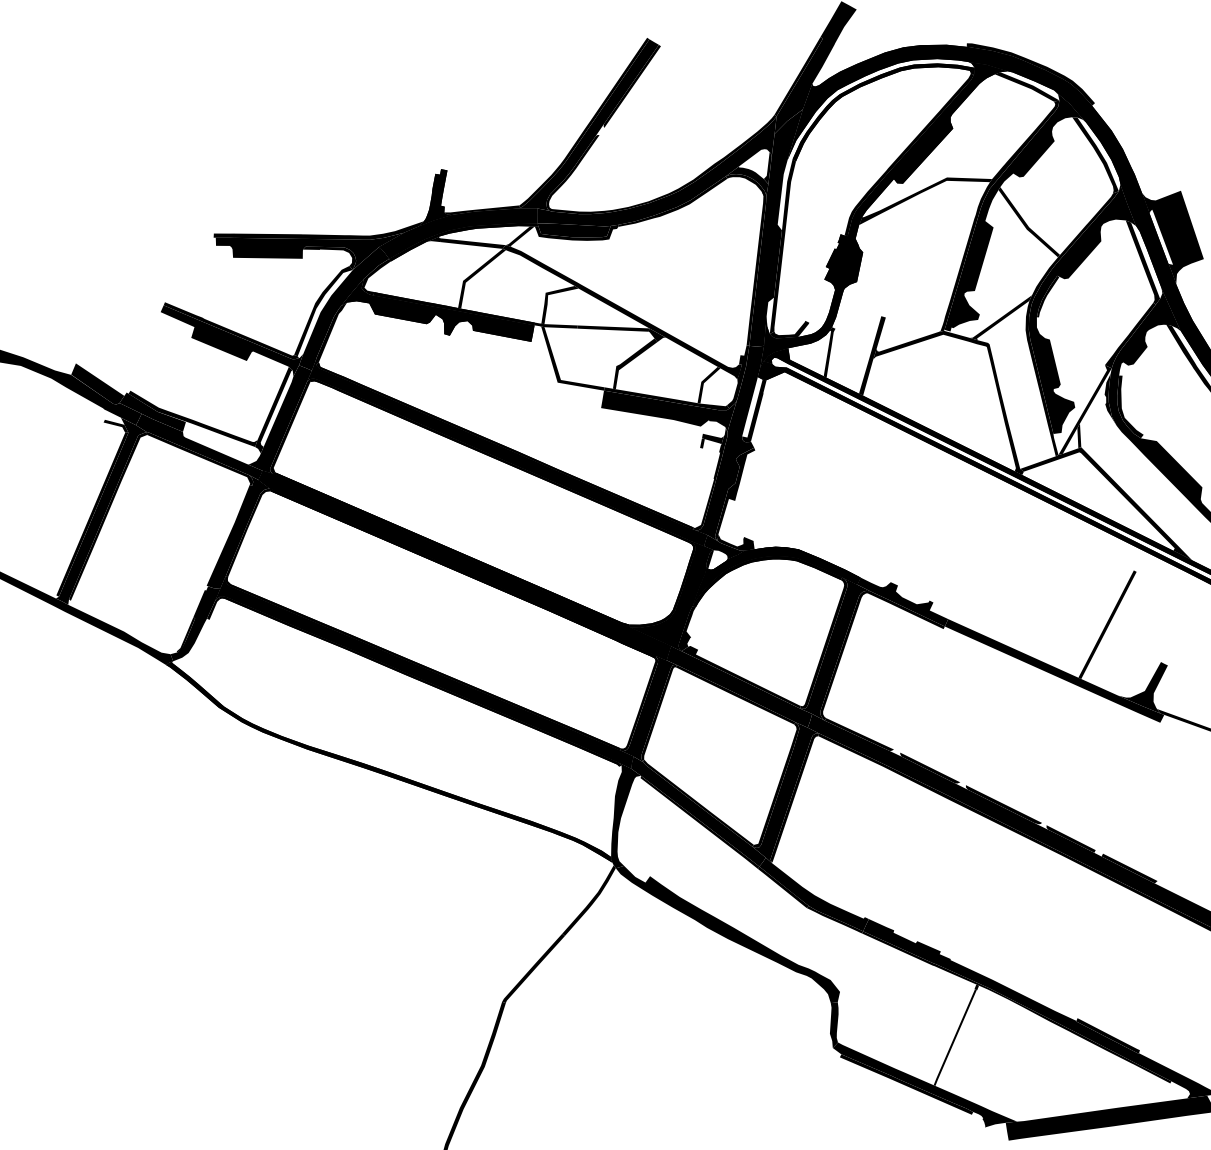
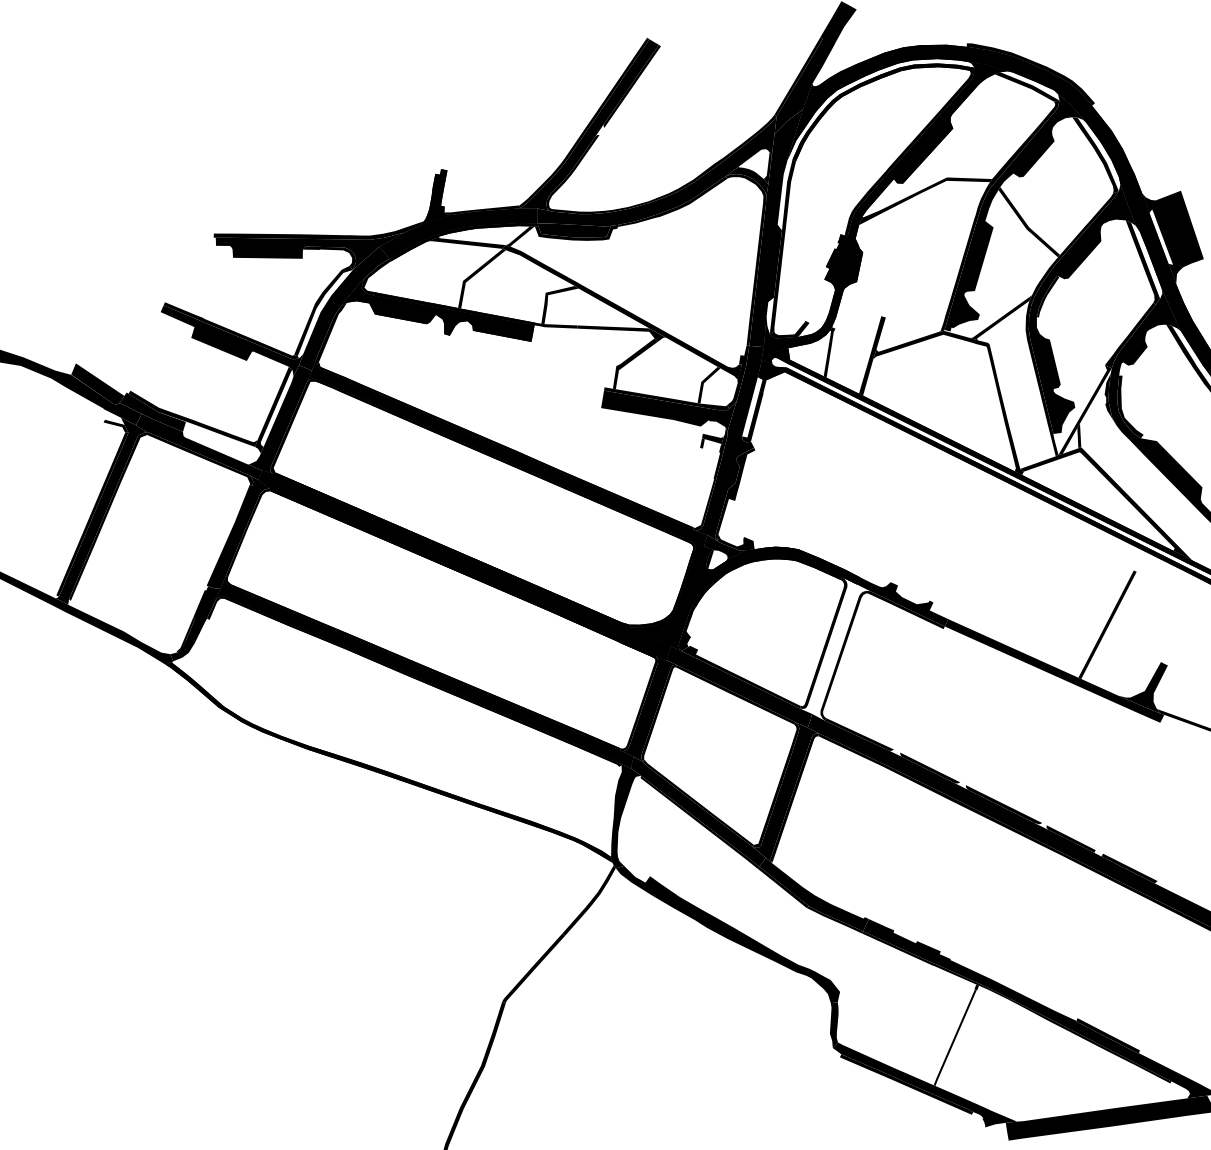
fill at (572, 358): present -> none
fill at (835, 648): present -> none
